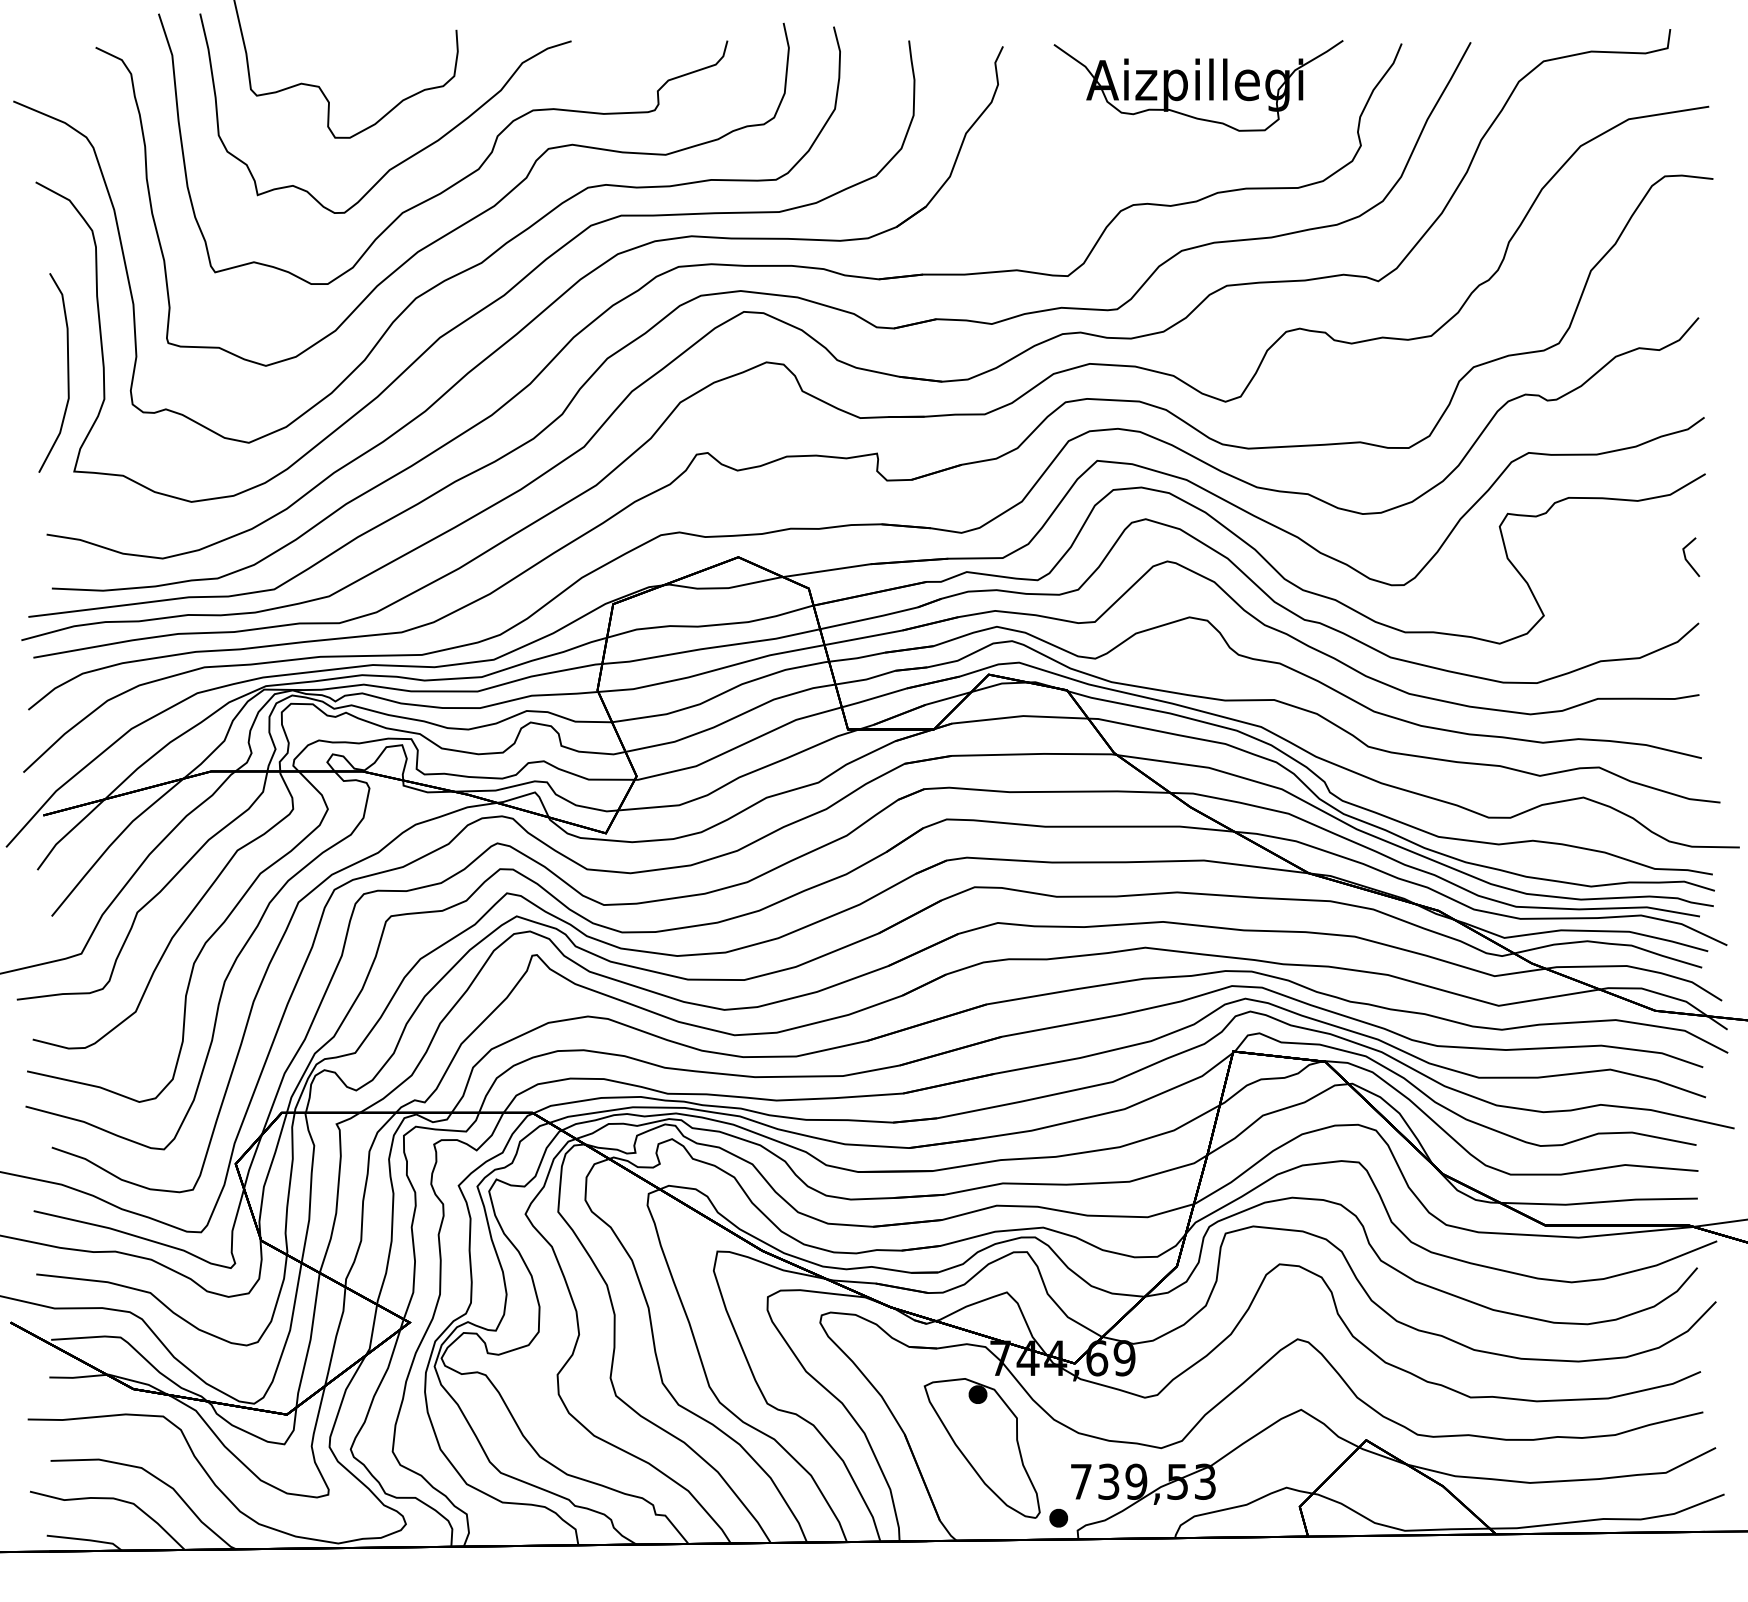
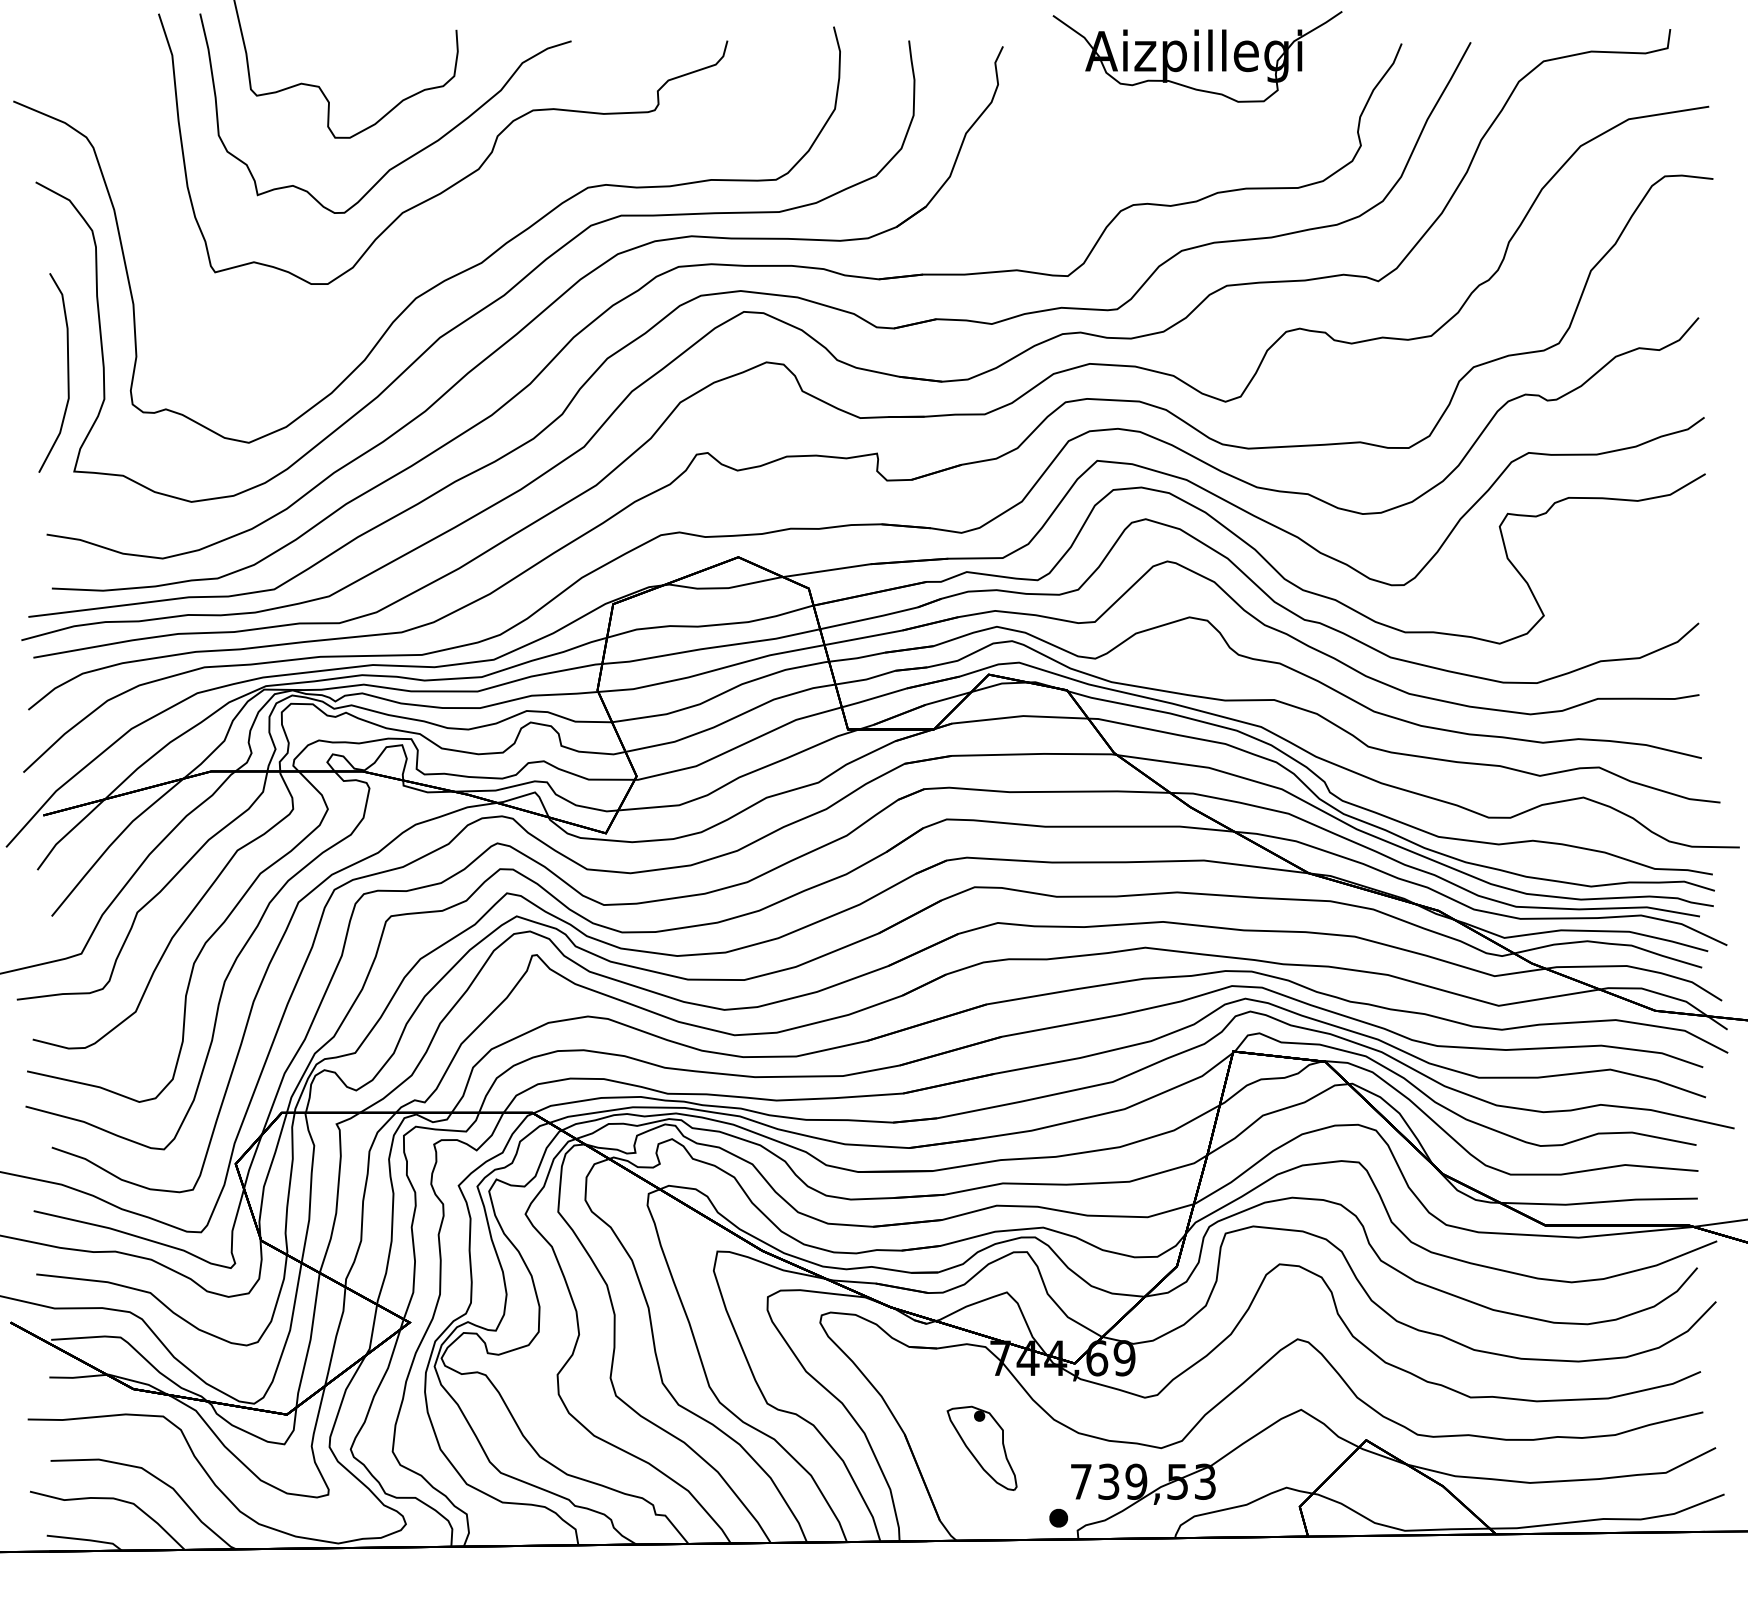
part at (1198, 85) position: (1198, 85) -> (1197, 56)
curve at (459, 225): present -> none
line at (1687, 559): present -> none
part at (981, 1448) size: 118x141 px -> 72x86 px
